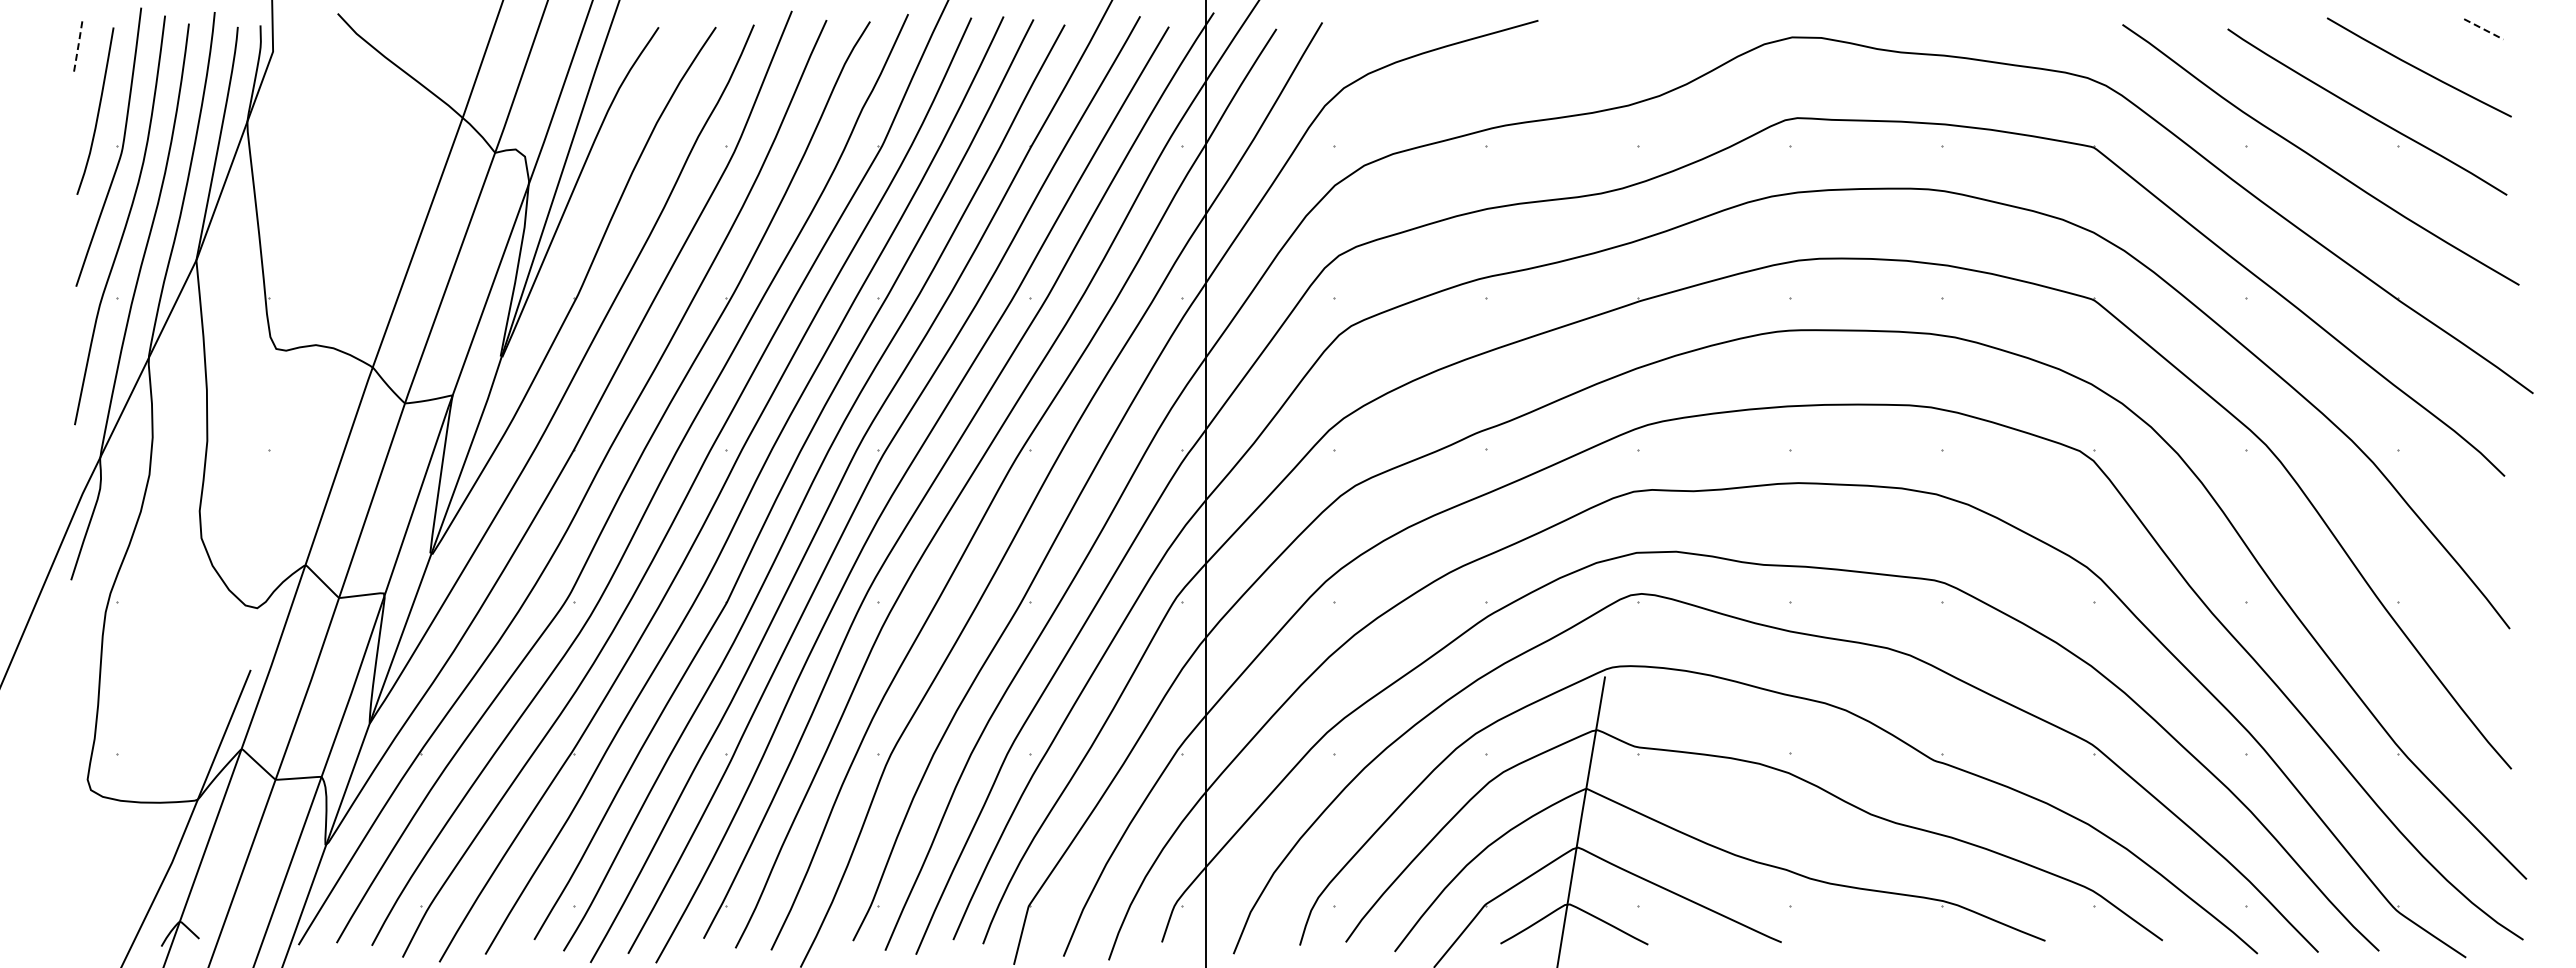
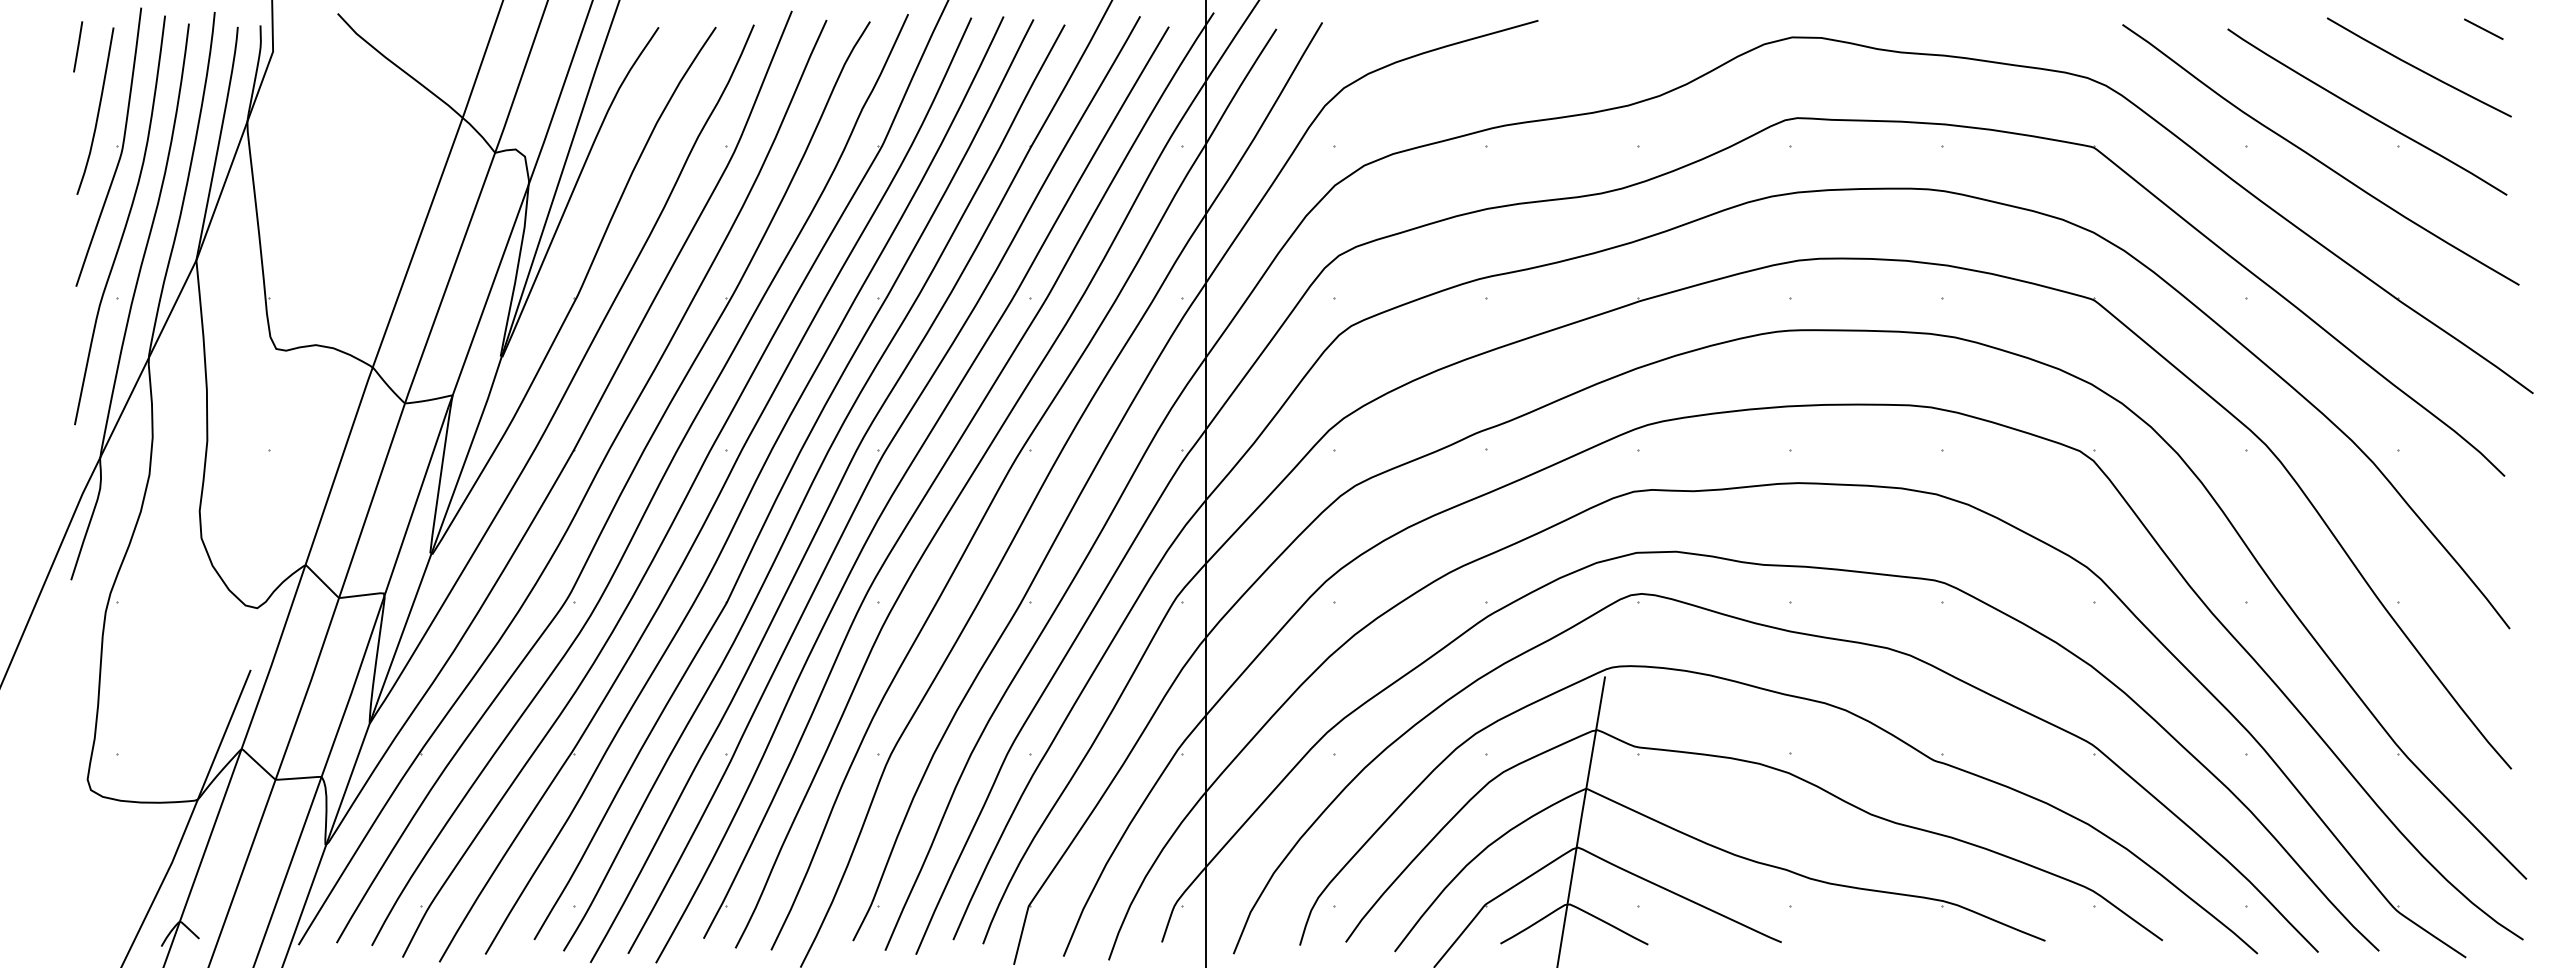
line at (2484, 29): dashed -> solid
line at (78, 46): dashed -> solid
